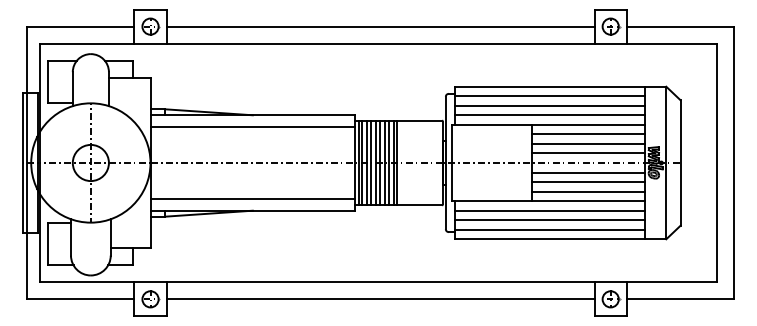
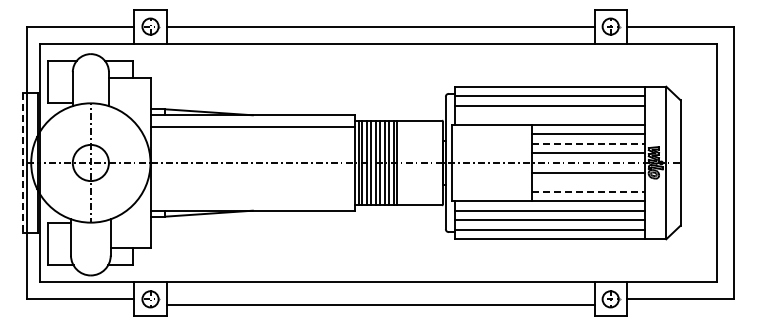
line at (549, 115): present -> none
line at (588, 143): solid -> dashed
line at (22, 163): solid -> dashed
line at (588, 182): present -> none
line at (588, 191): solid -> dashed
line at (252, 198): present -> none
line at (380, 299) position: (380, 299) -> (380, 305)
